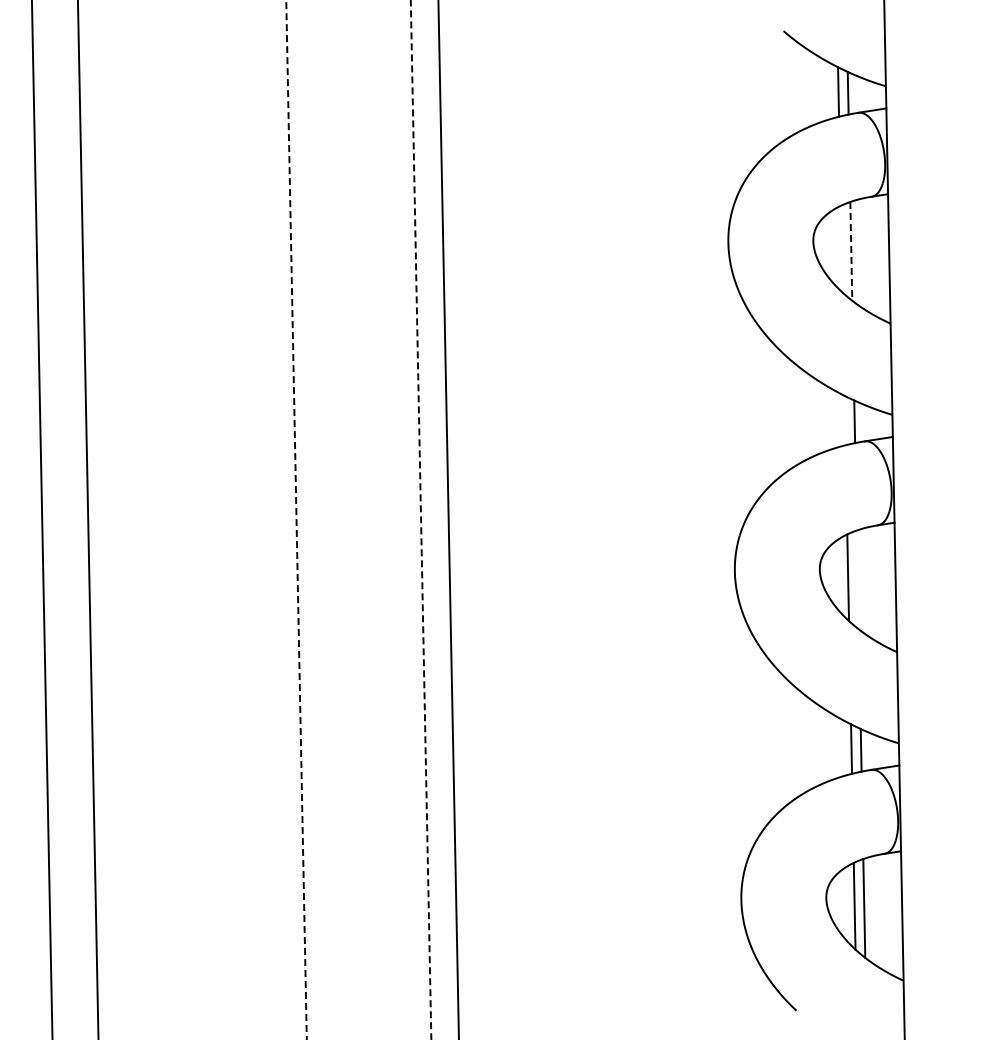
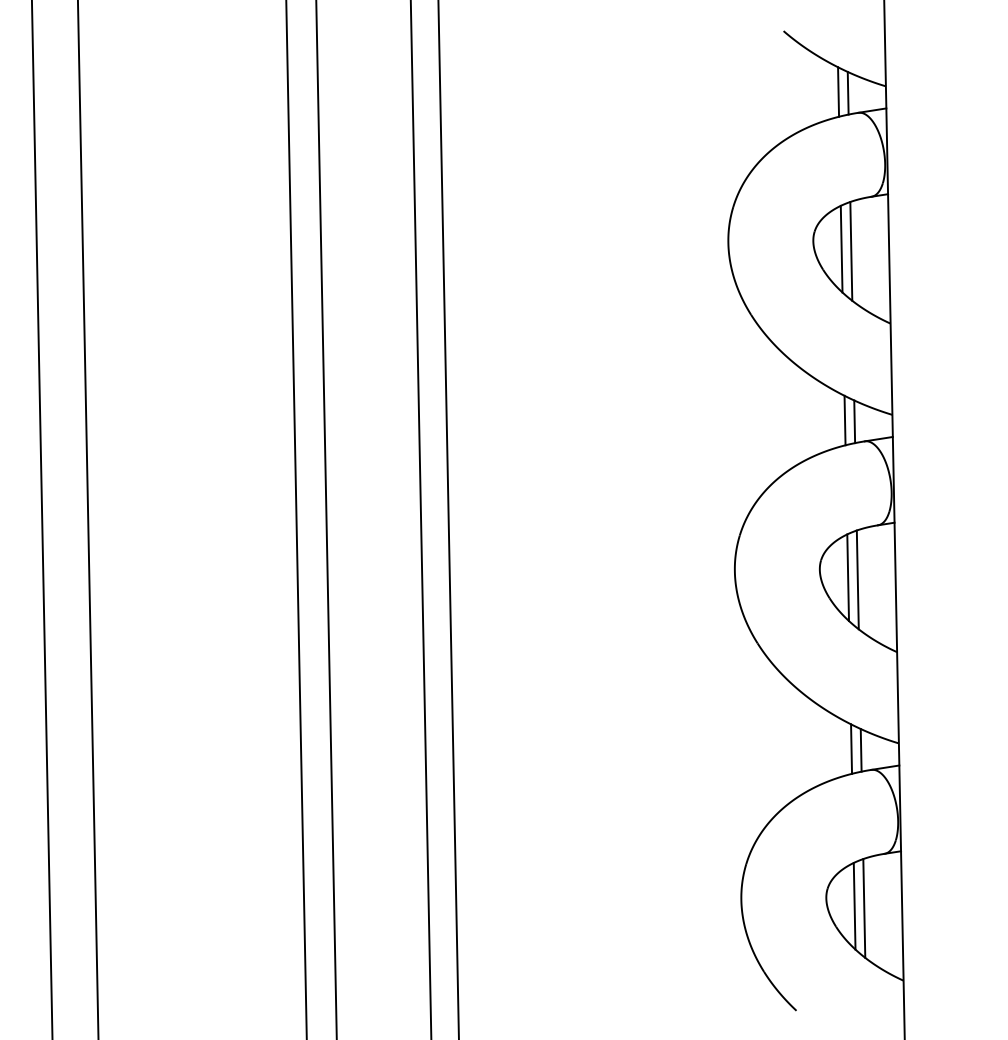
line at (841, 248): none -> present
line at (851, 251): dashed -> solid
line at (844, 420): none -> present
line at (326, 519): none -> present
line at (421, 519): dashed -> solid
line at (296, 520): dashed -> solid
line at (857, 579): none -> present
